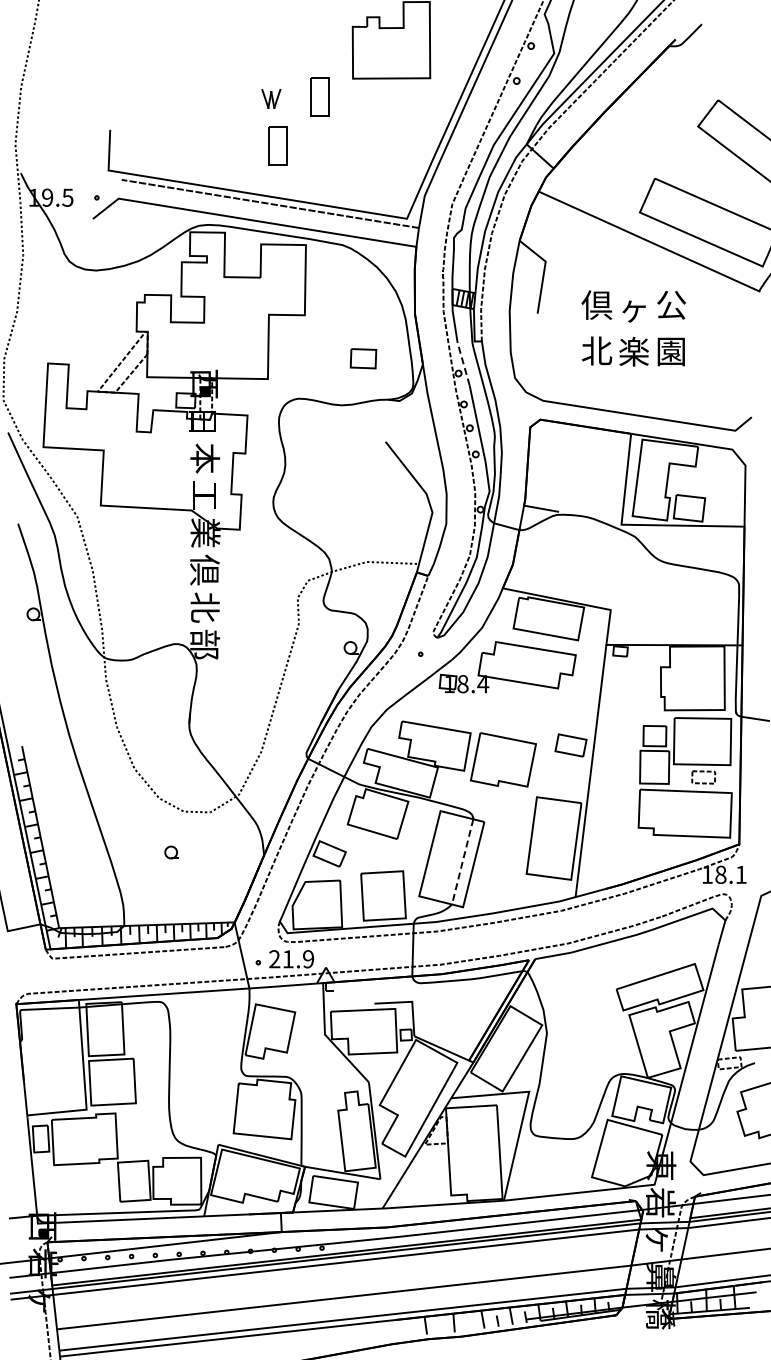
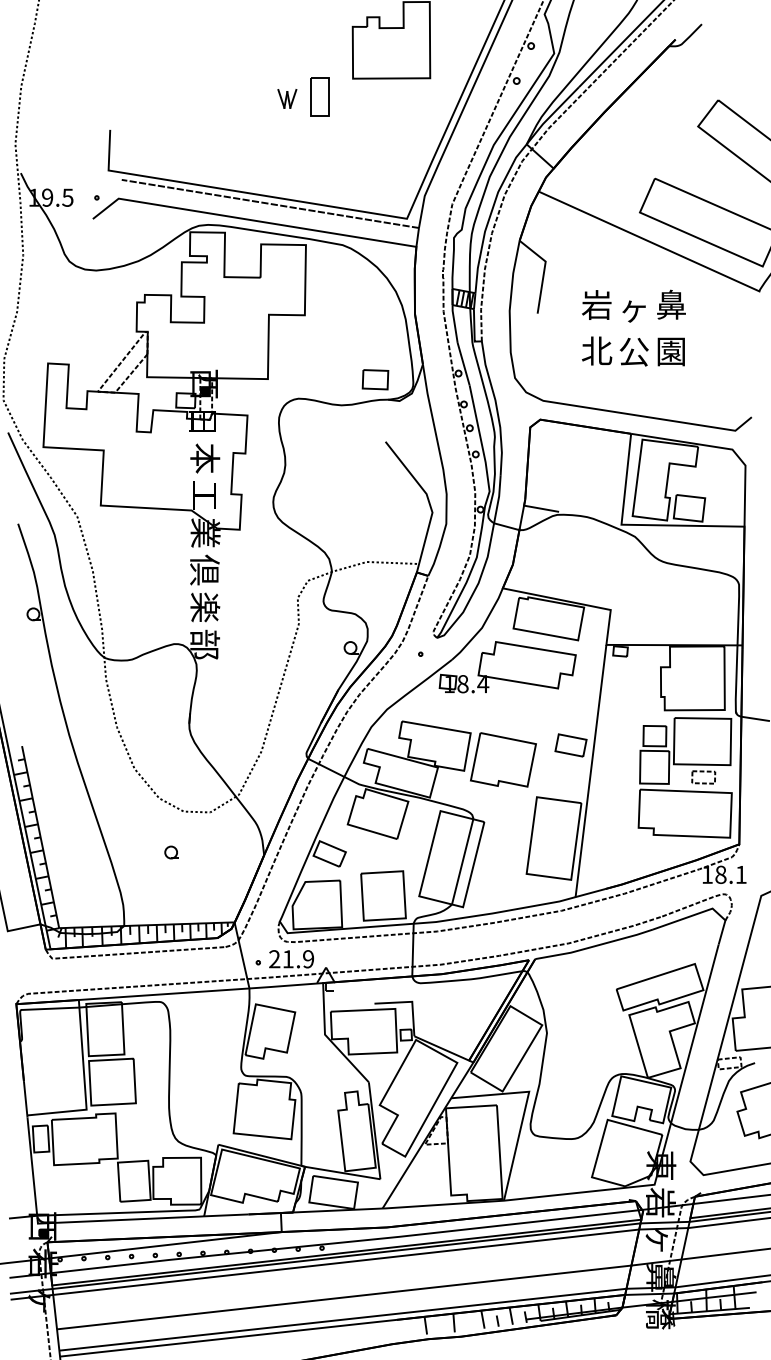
part at (271, 98) position: (271, 98) -> (287, 98)
part at (277, 145): present -> none
text at (596, 304): 倶 -> 岩
text at (671, 304): 公 -> 鼻
text at (633, 351): 楽 -> 公
part at (363, 358) position: (363, 358) -> (375, 379)
line at (463, 363): dashed -> solid
text at (205, 607): 北 -> 楽
line at (462, 861): dashed -> solid
